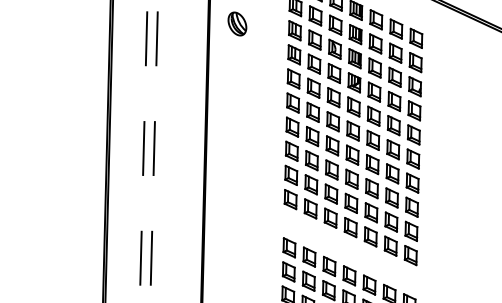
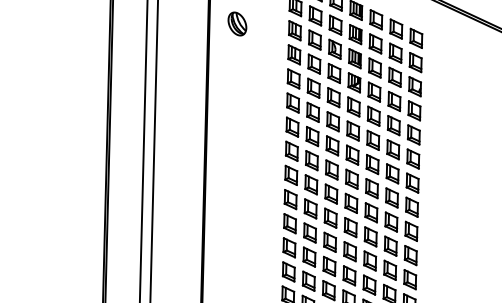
line at (143, 151): dashed -> solid
line at (154, 151): dashed -> solid
part at (350, 251): none -> present
